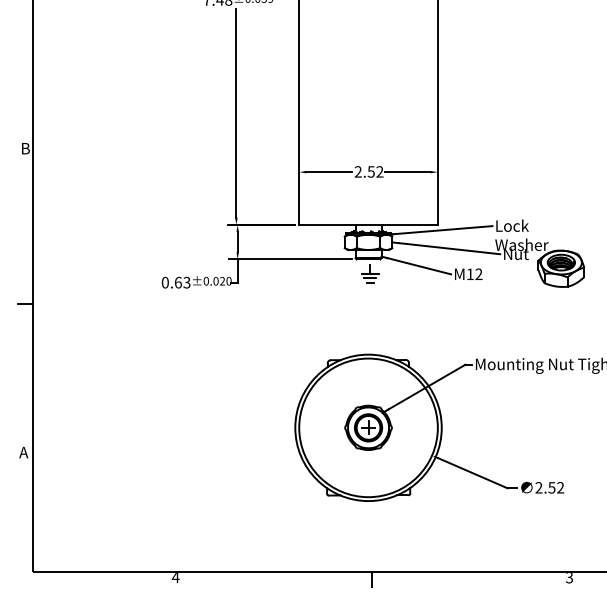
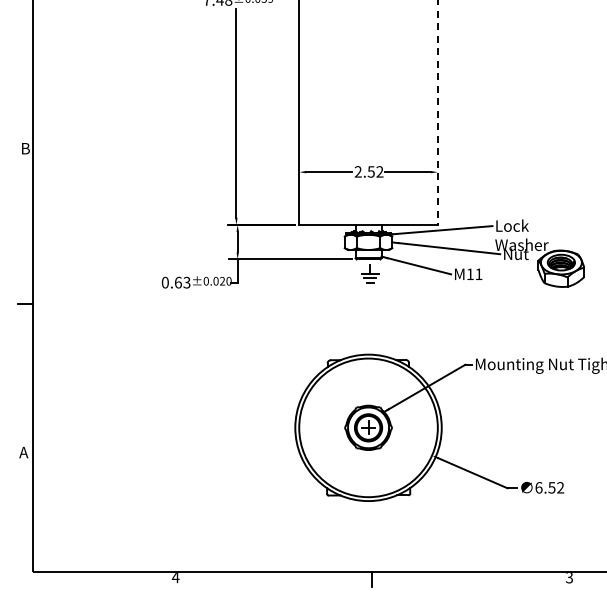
line at (437, 112): solid -> dashed
text at (478, 273): M12 -> M11
text at (538, 487): 2.52 -> 6.52
